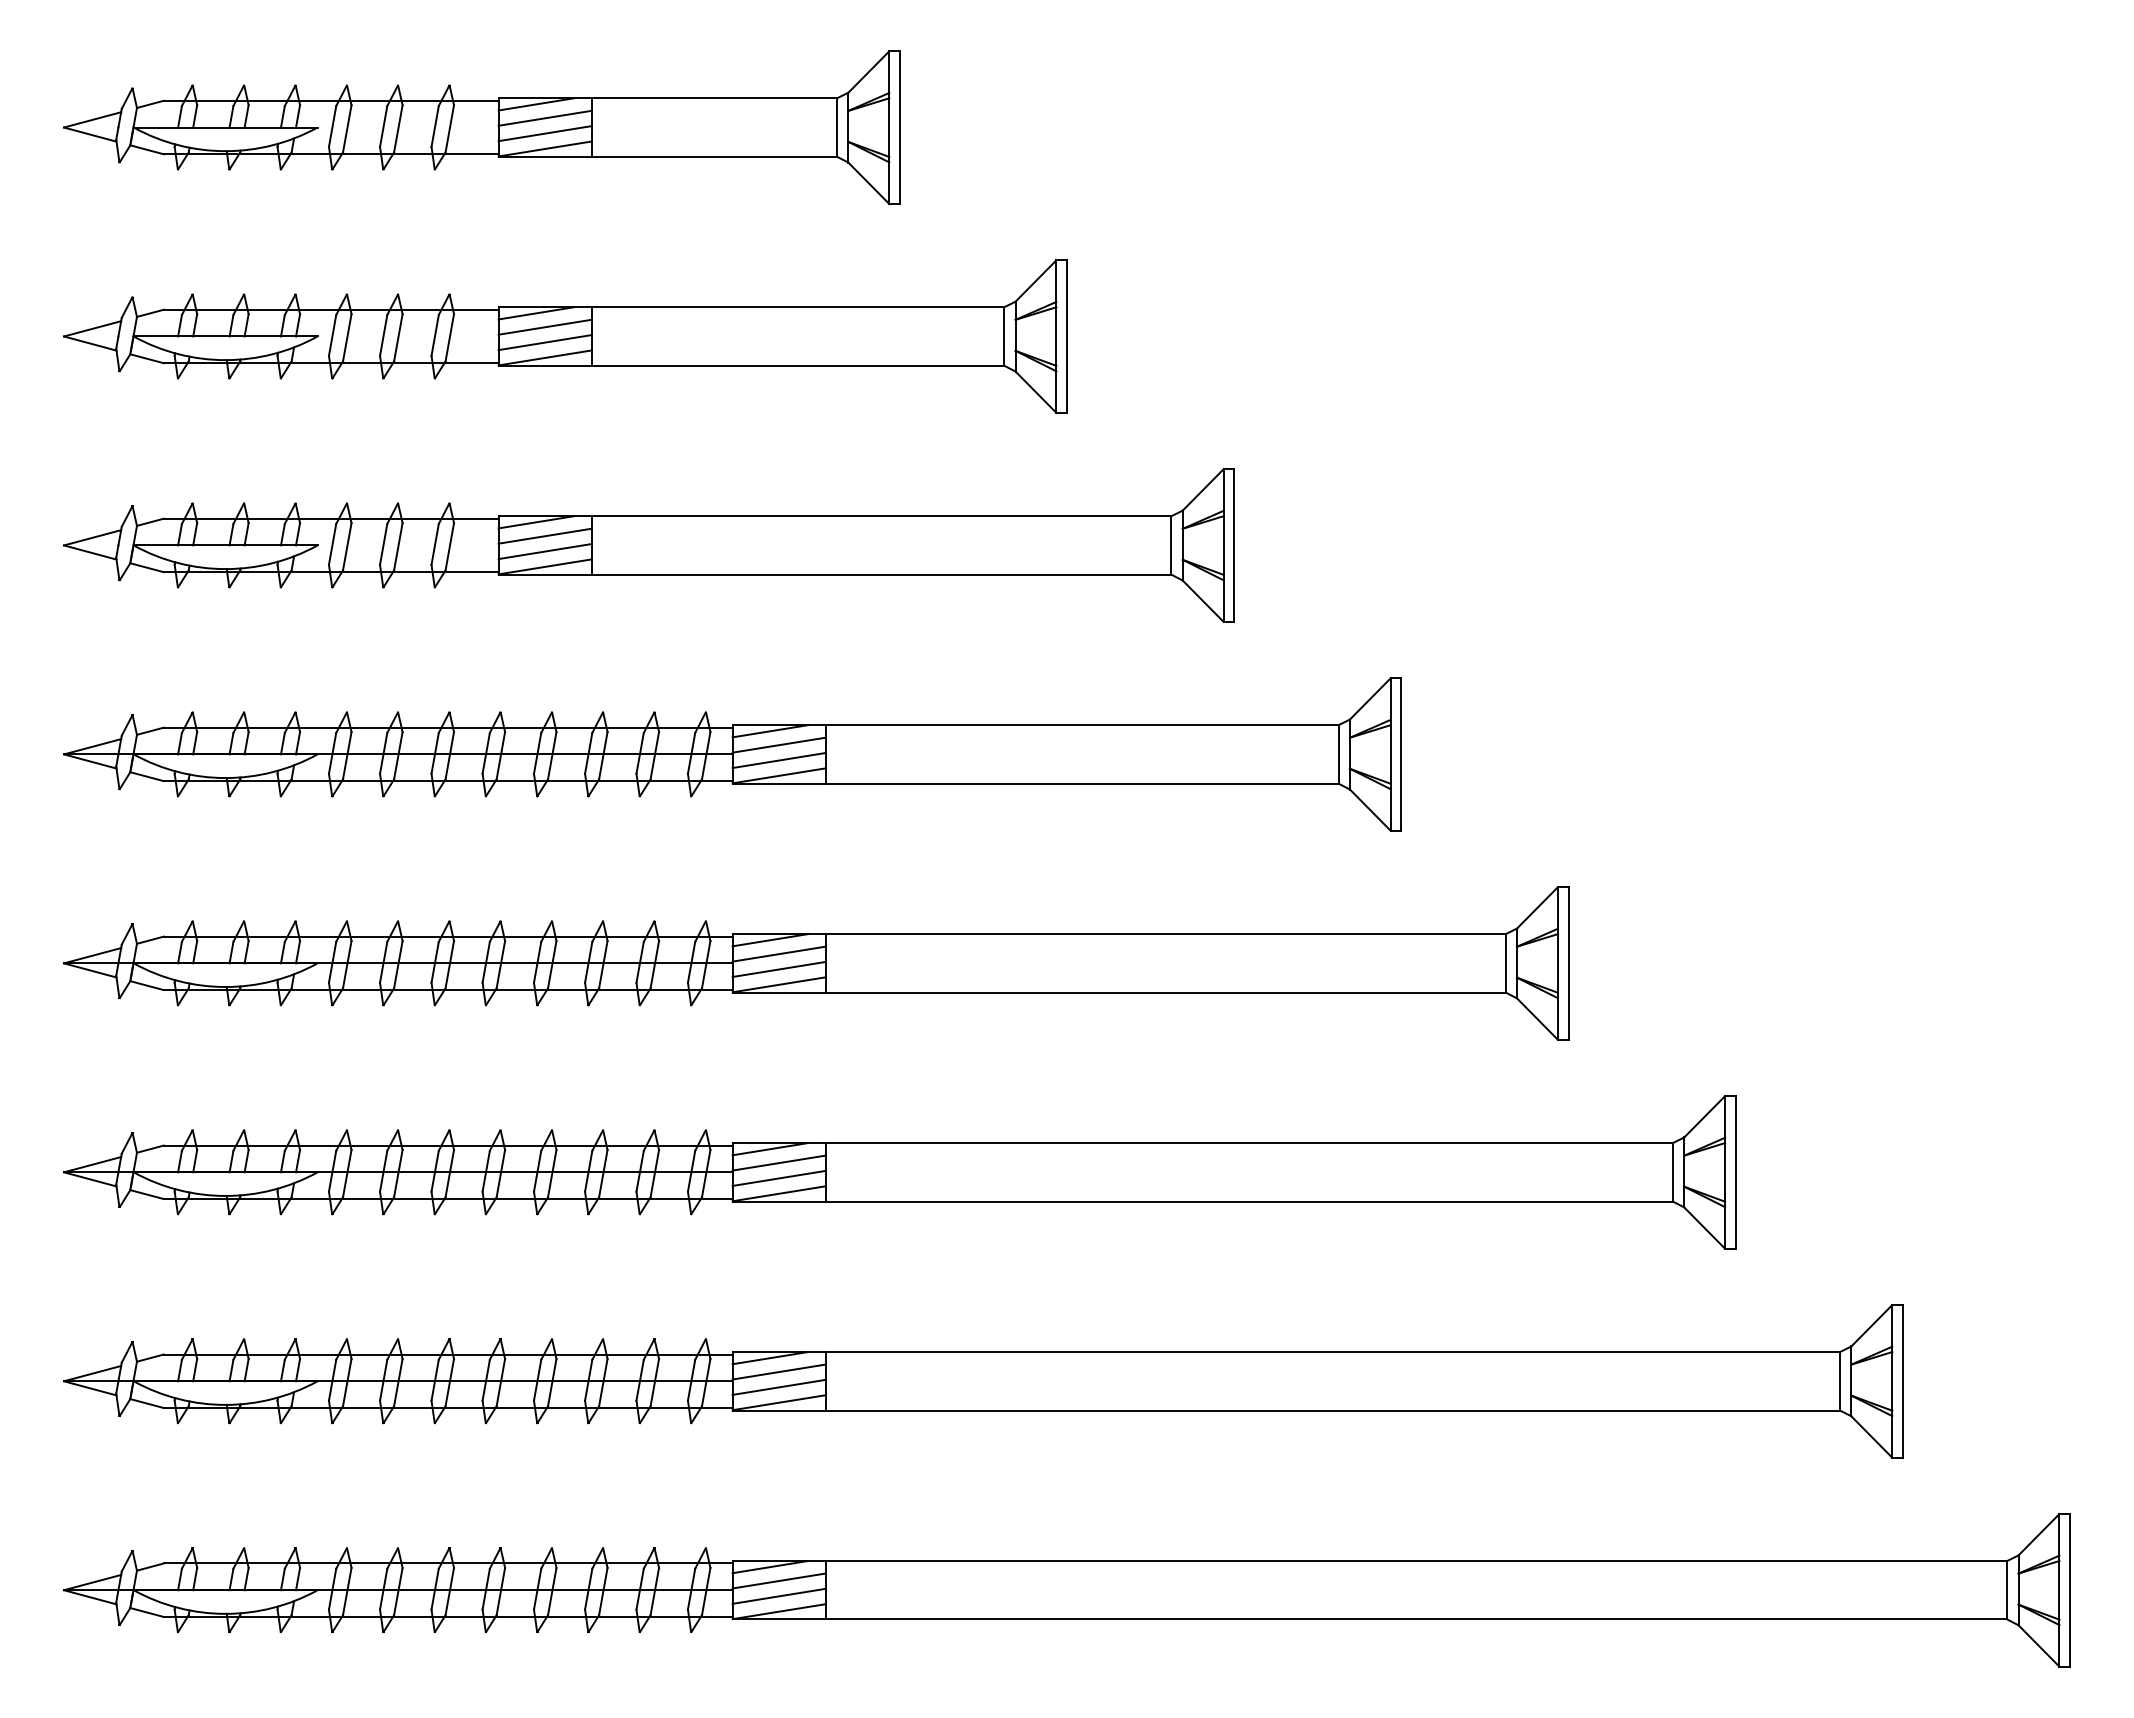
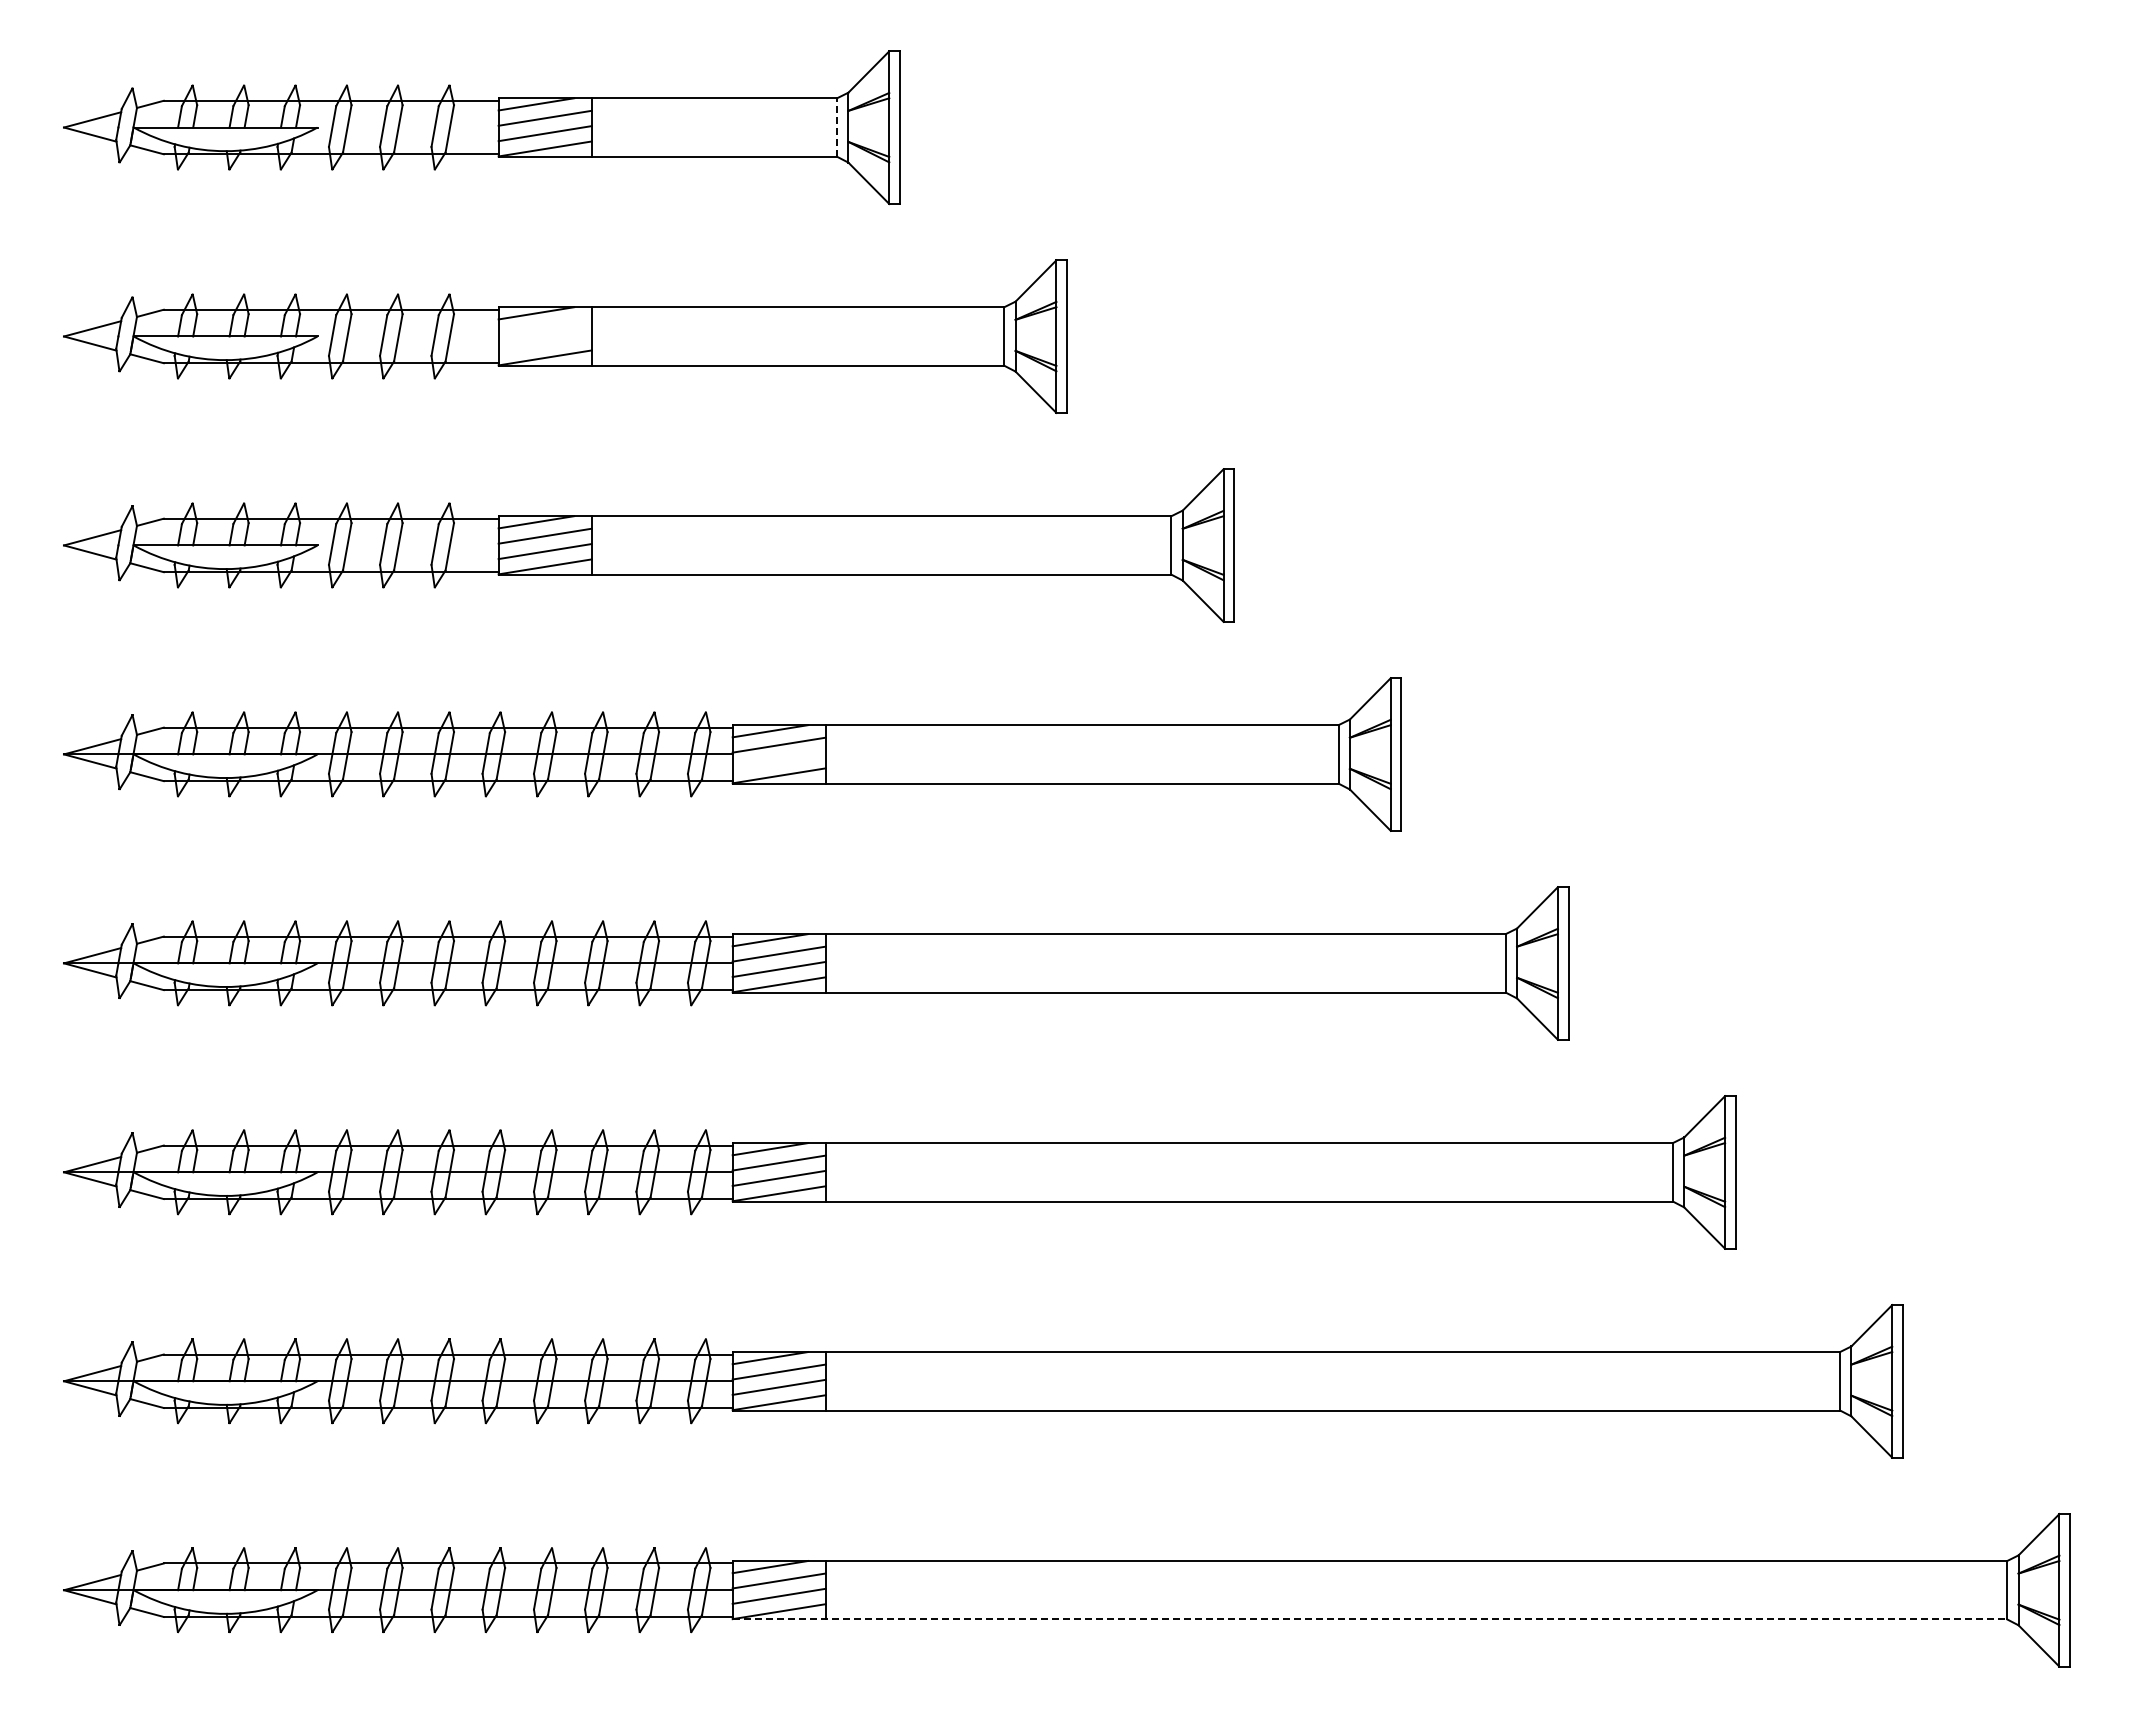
line at (837, 127): solid -> dashed
line at (544, 326): present -> none
line at (544, 342): present -> none
line at (778, 760): present -> none
line at (1370, 1619): solid -> dashed
